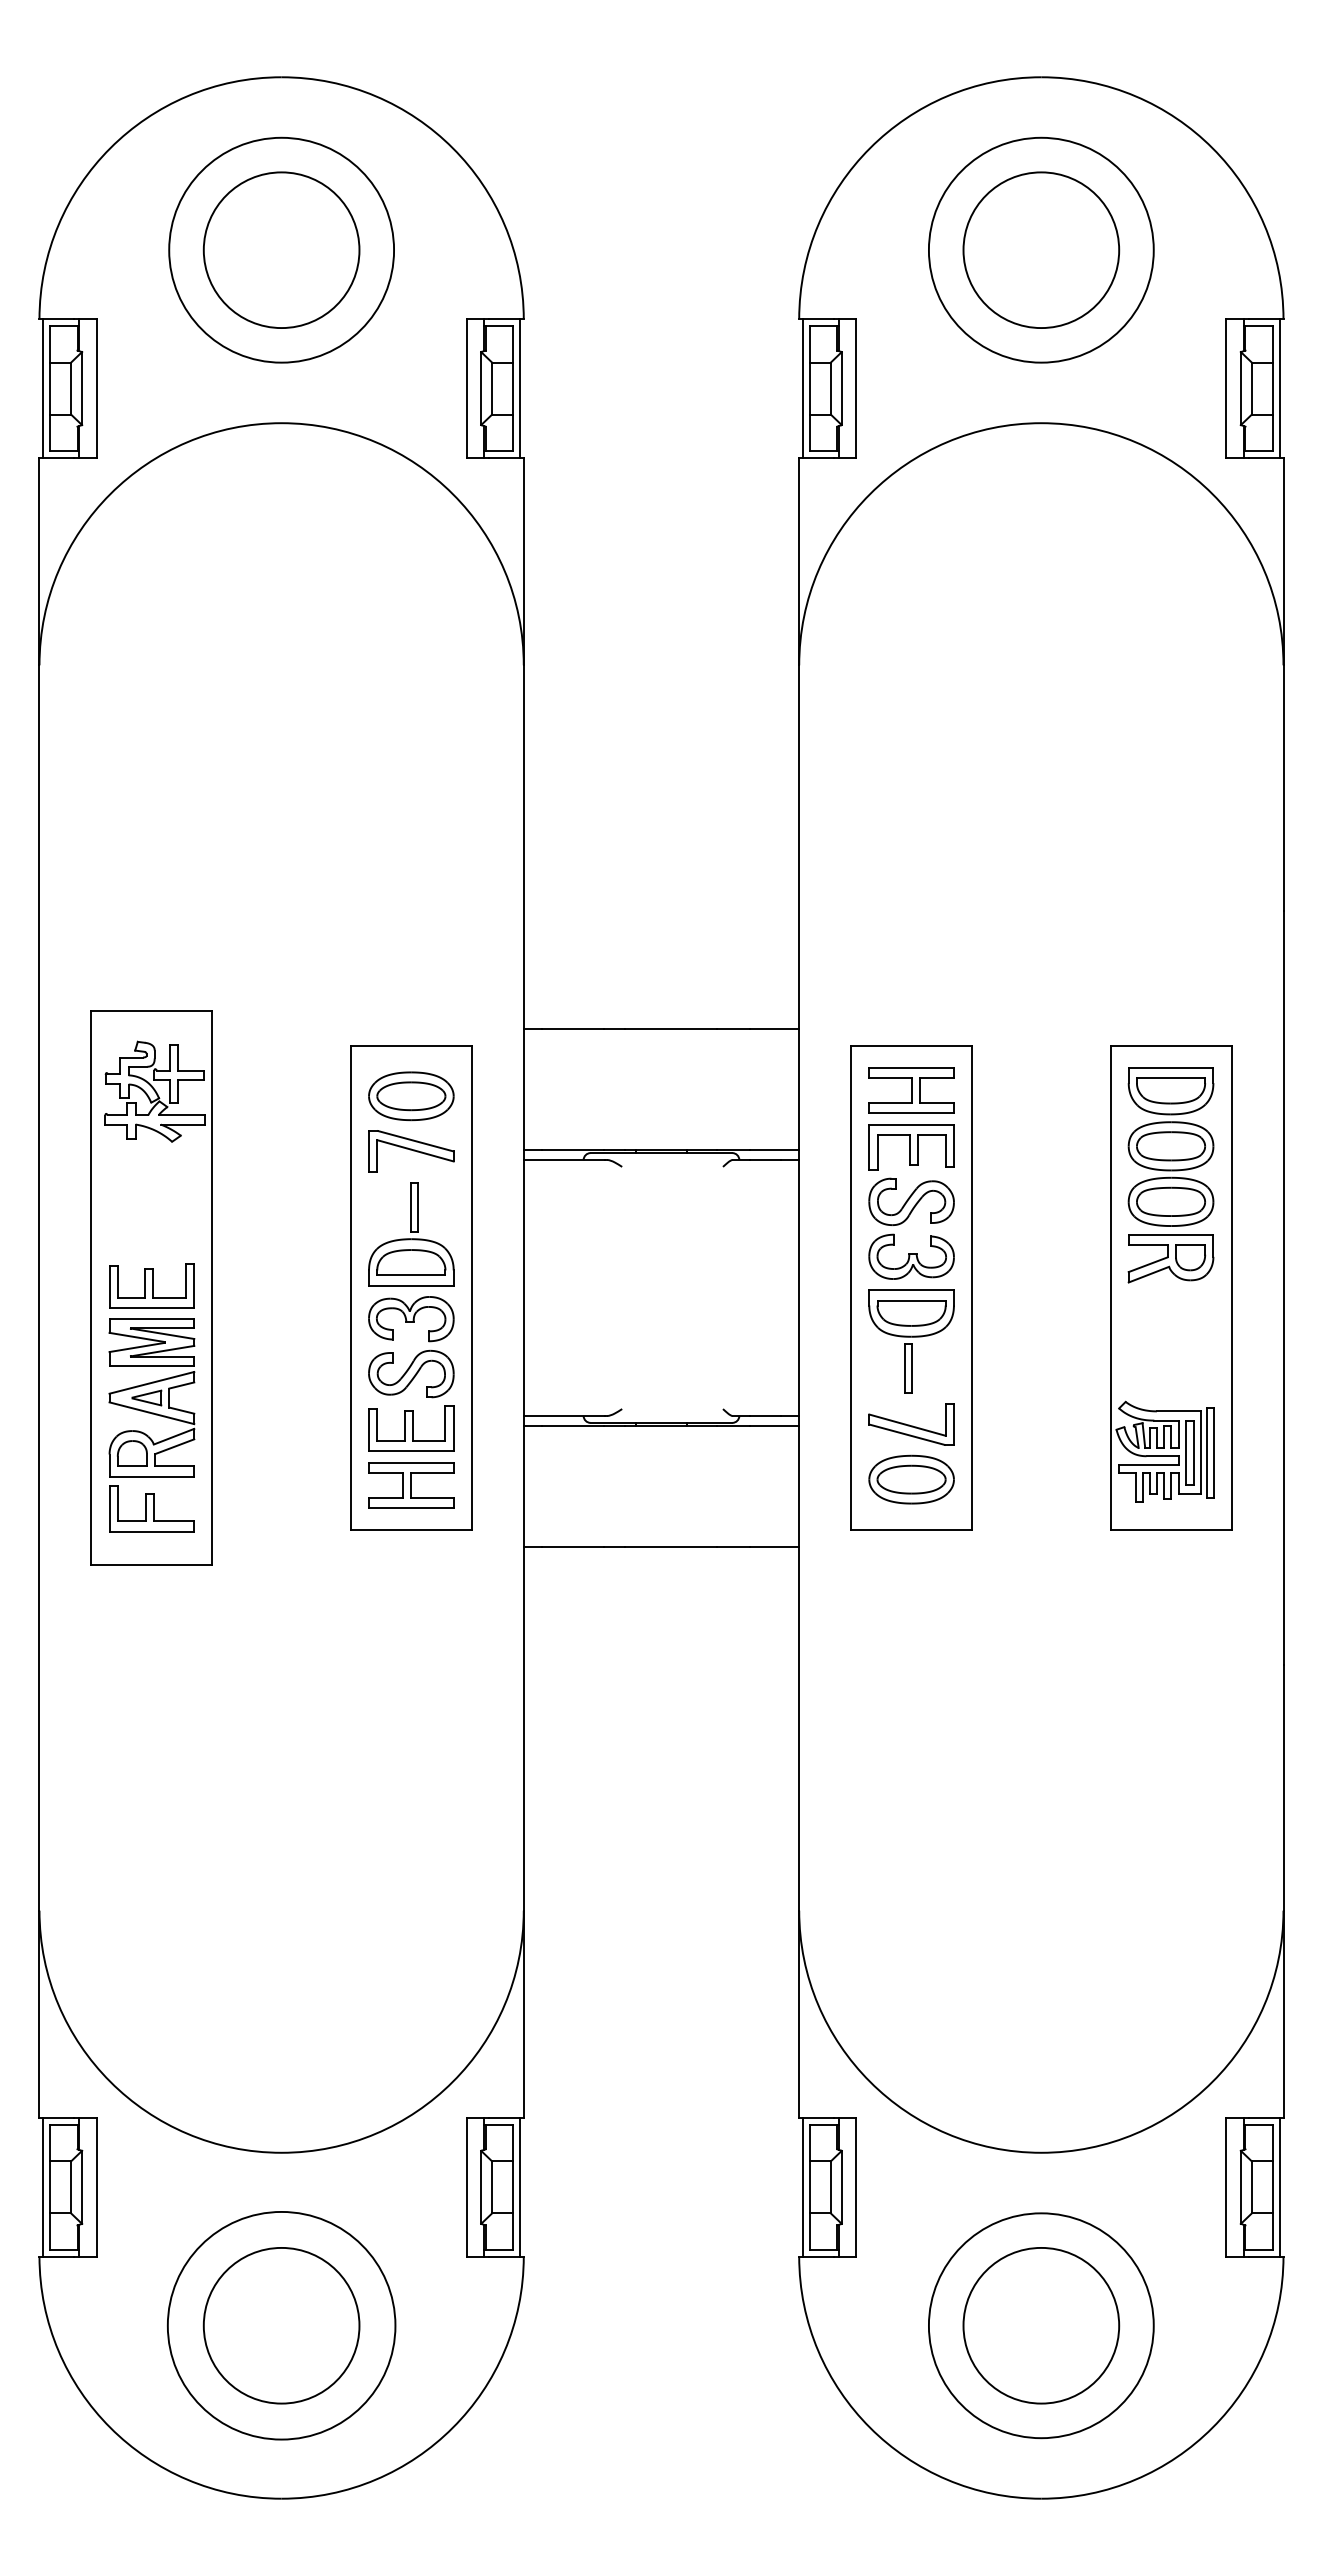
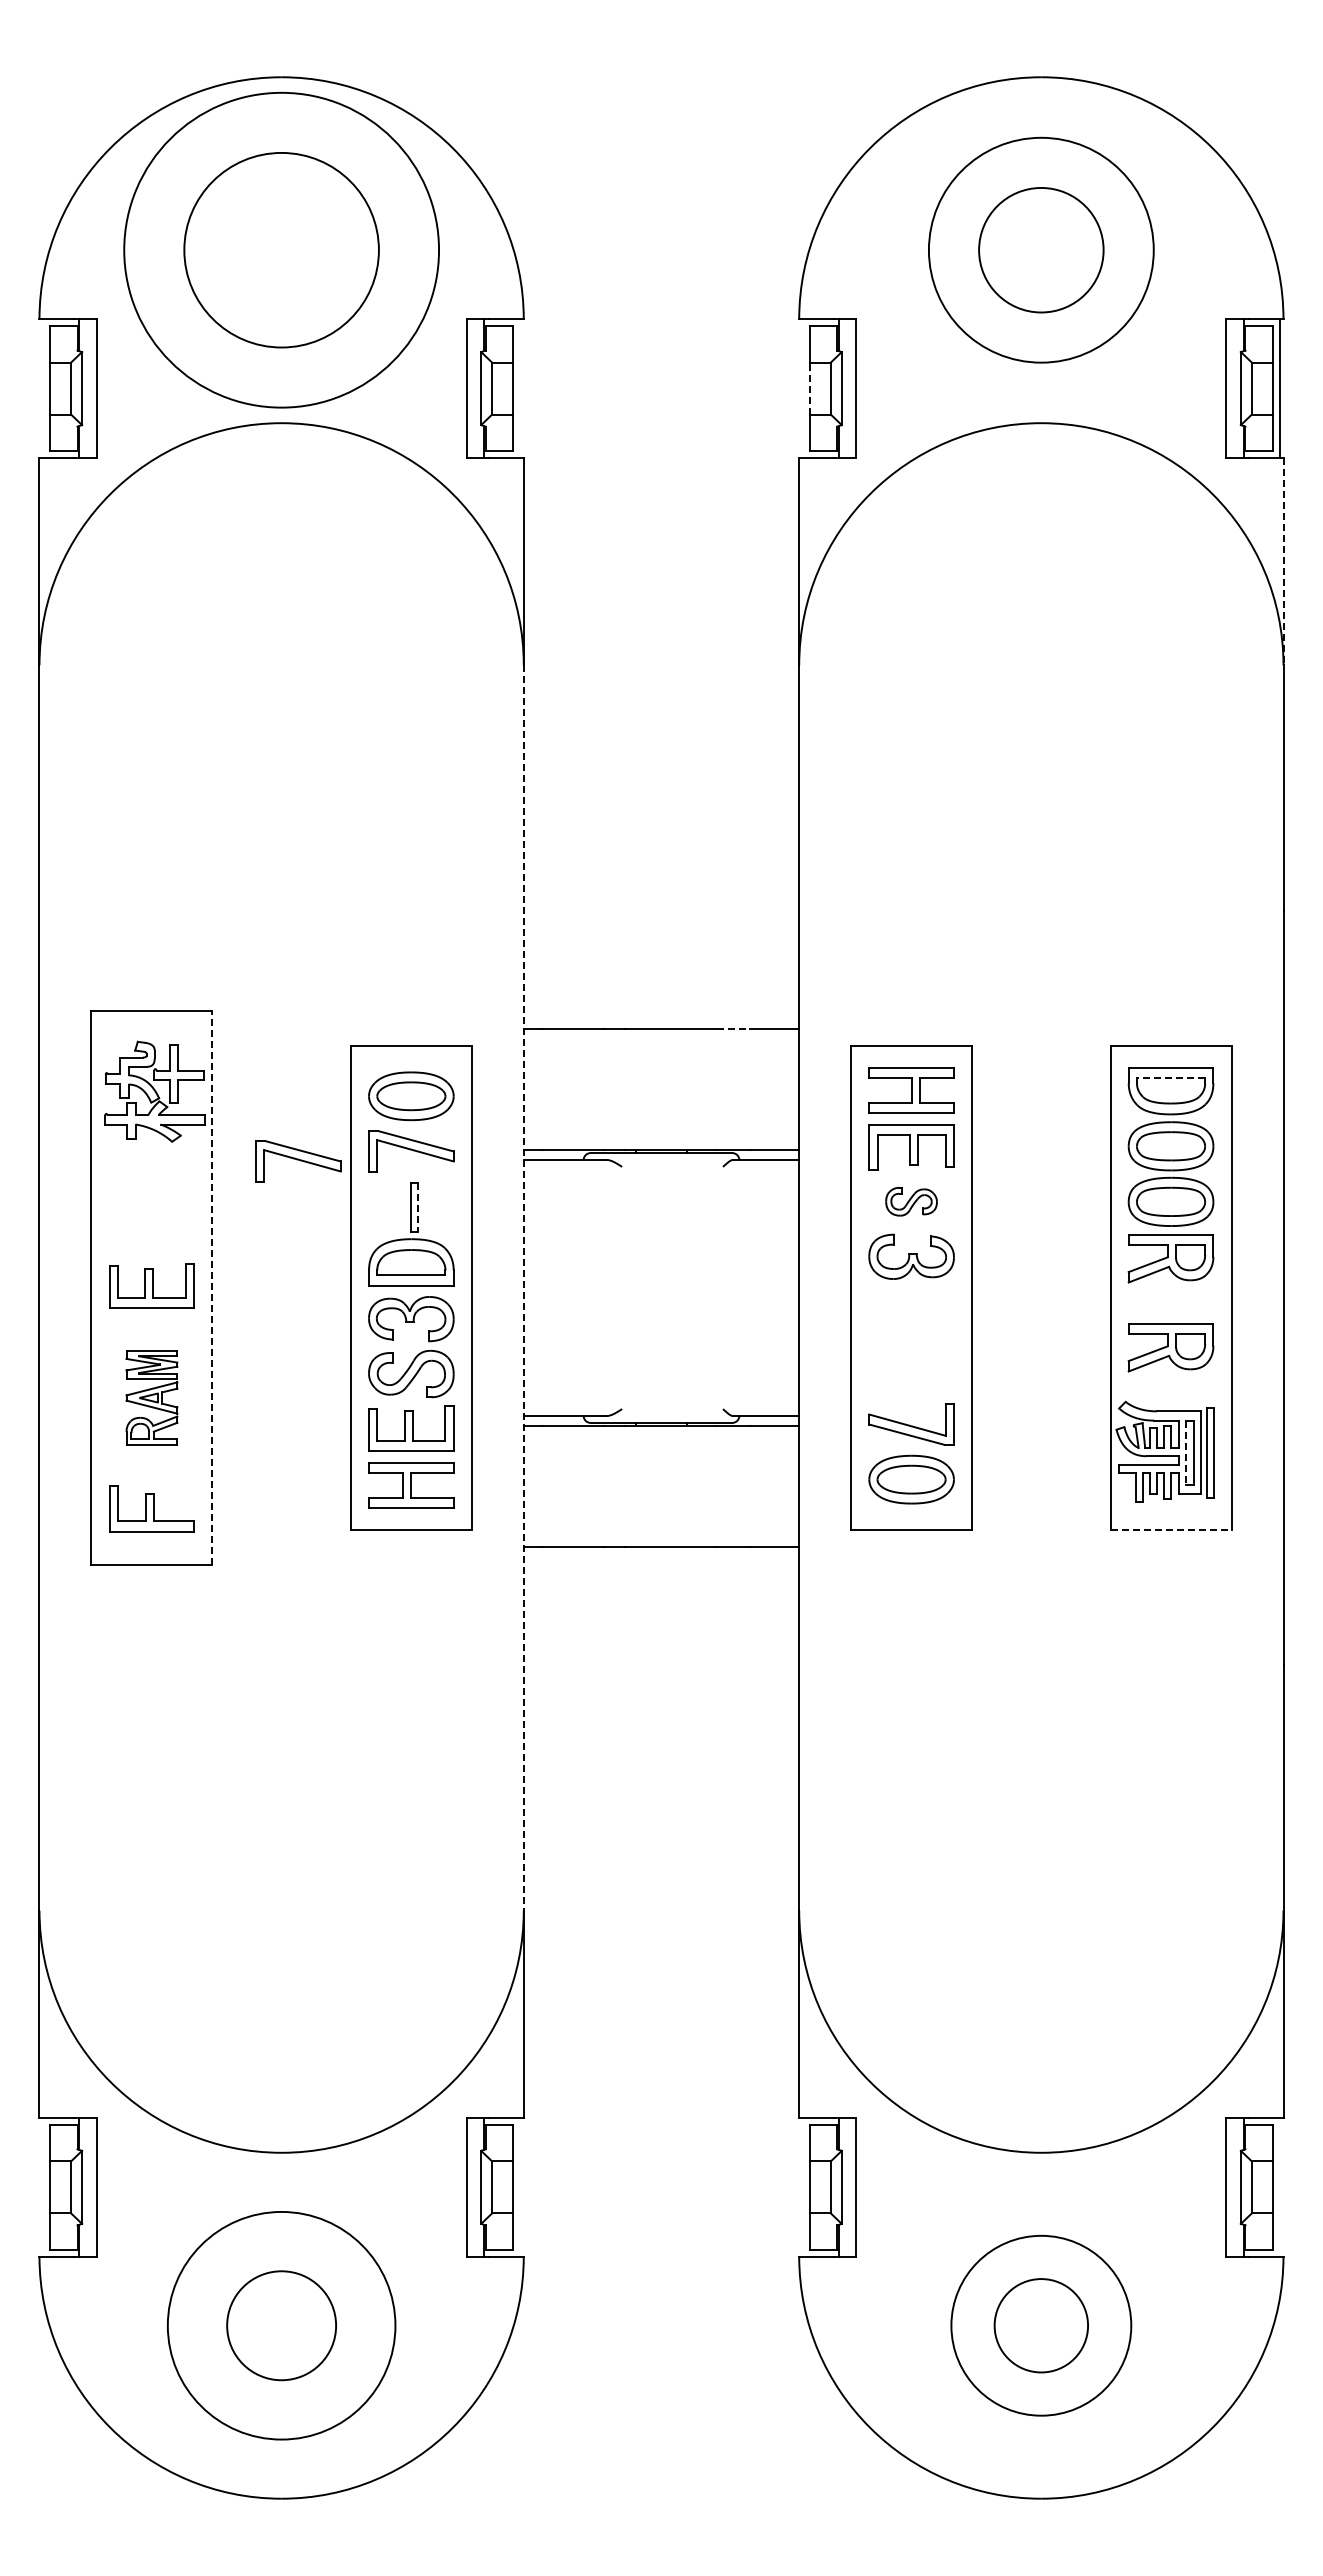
circle at (281, 249) diameter: 225 px -> 315 px
circle at (281, 250) diameter: 156 px -> 195 px
circle at (1041, 250) diameter: 156 px -> 125 px
line at (42, 388): present -> none
line at (520, 388): present -> none
line at (802, 388): present -> none
line at (809, 388): solid -> dashed
line at (1283, 561): solid -> dashed
line at (734, 1028): solid -> dashed
line at (1170, 1078): solid -> dashed
part at (298, 1161): none -> present
part at (911, 1201) size: 87x49 px -> 53x30 px
line at (418, 1207): solid -> dashed
line at (212, 1288): solid -> dashed
line at (523, 1288): solid -> dashed
part at (911, 1341): present -> none
part at (1170, 1347): none -> present
part at (151, 1397) size: 88x160 px -> 54x96 px
line at (1186, 1453): solid -> dashed
line at (1171, 1530): solid -> dashed
line at (42, 2187): present -> none
line at (520, 2187): present -> none
line at (802, 2187): present -> none
line at (1280, 2187): present -> none
circle at (281, 2325) diameter: 156 px -> 109 px
circle at (1040, 2325) diameter: 225 px -> 180 px
circle at (1041, 2325) diameter: 156 px -> 93 px
